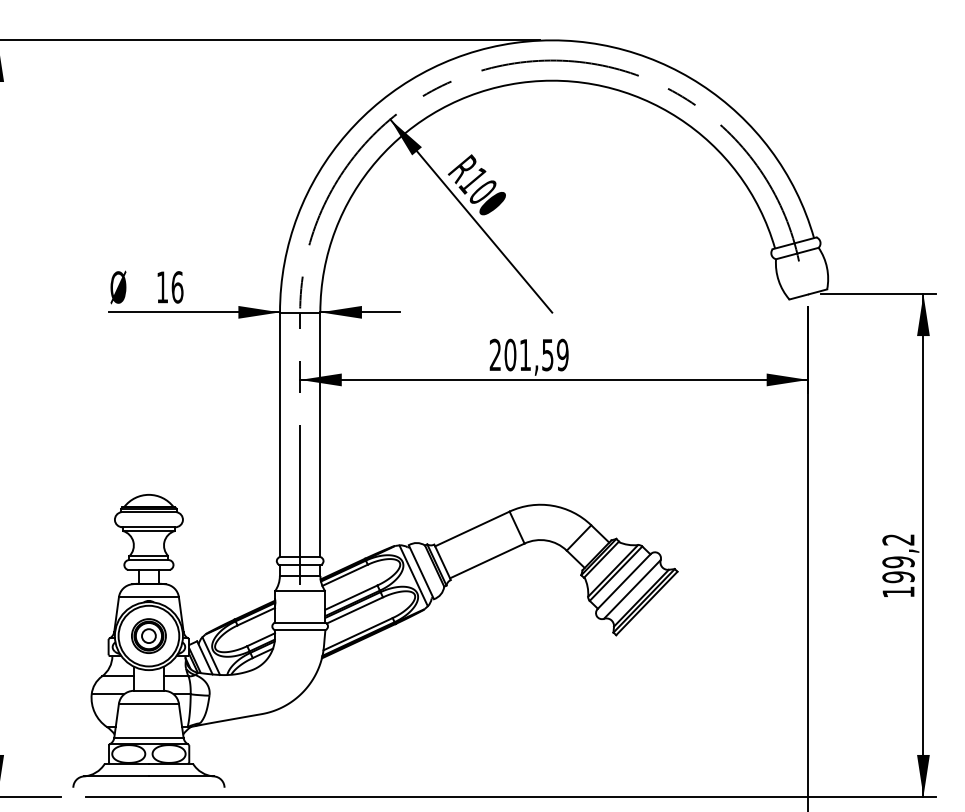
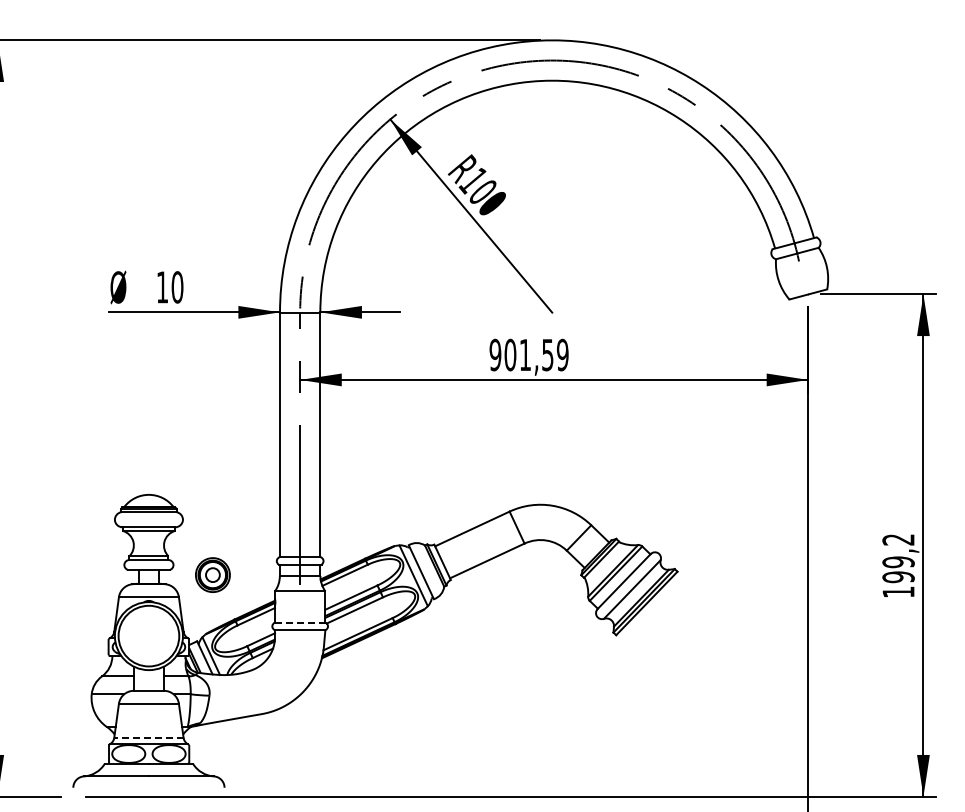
text at (177, 287): 16 -> 10
text at (495, 355): 201,59 -> 901,59
line at (300, 622): solid -> dashed
part at (148, 635) position: (148, 635) -> (212, 574)
line at (148, 737): solid -> dashed
